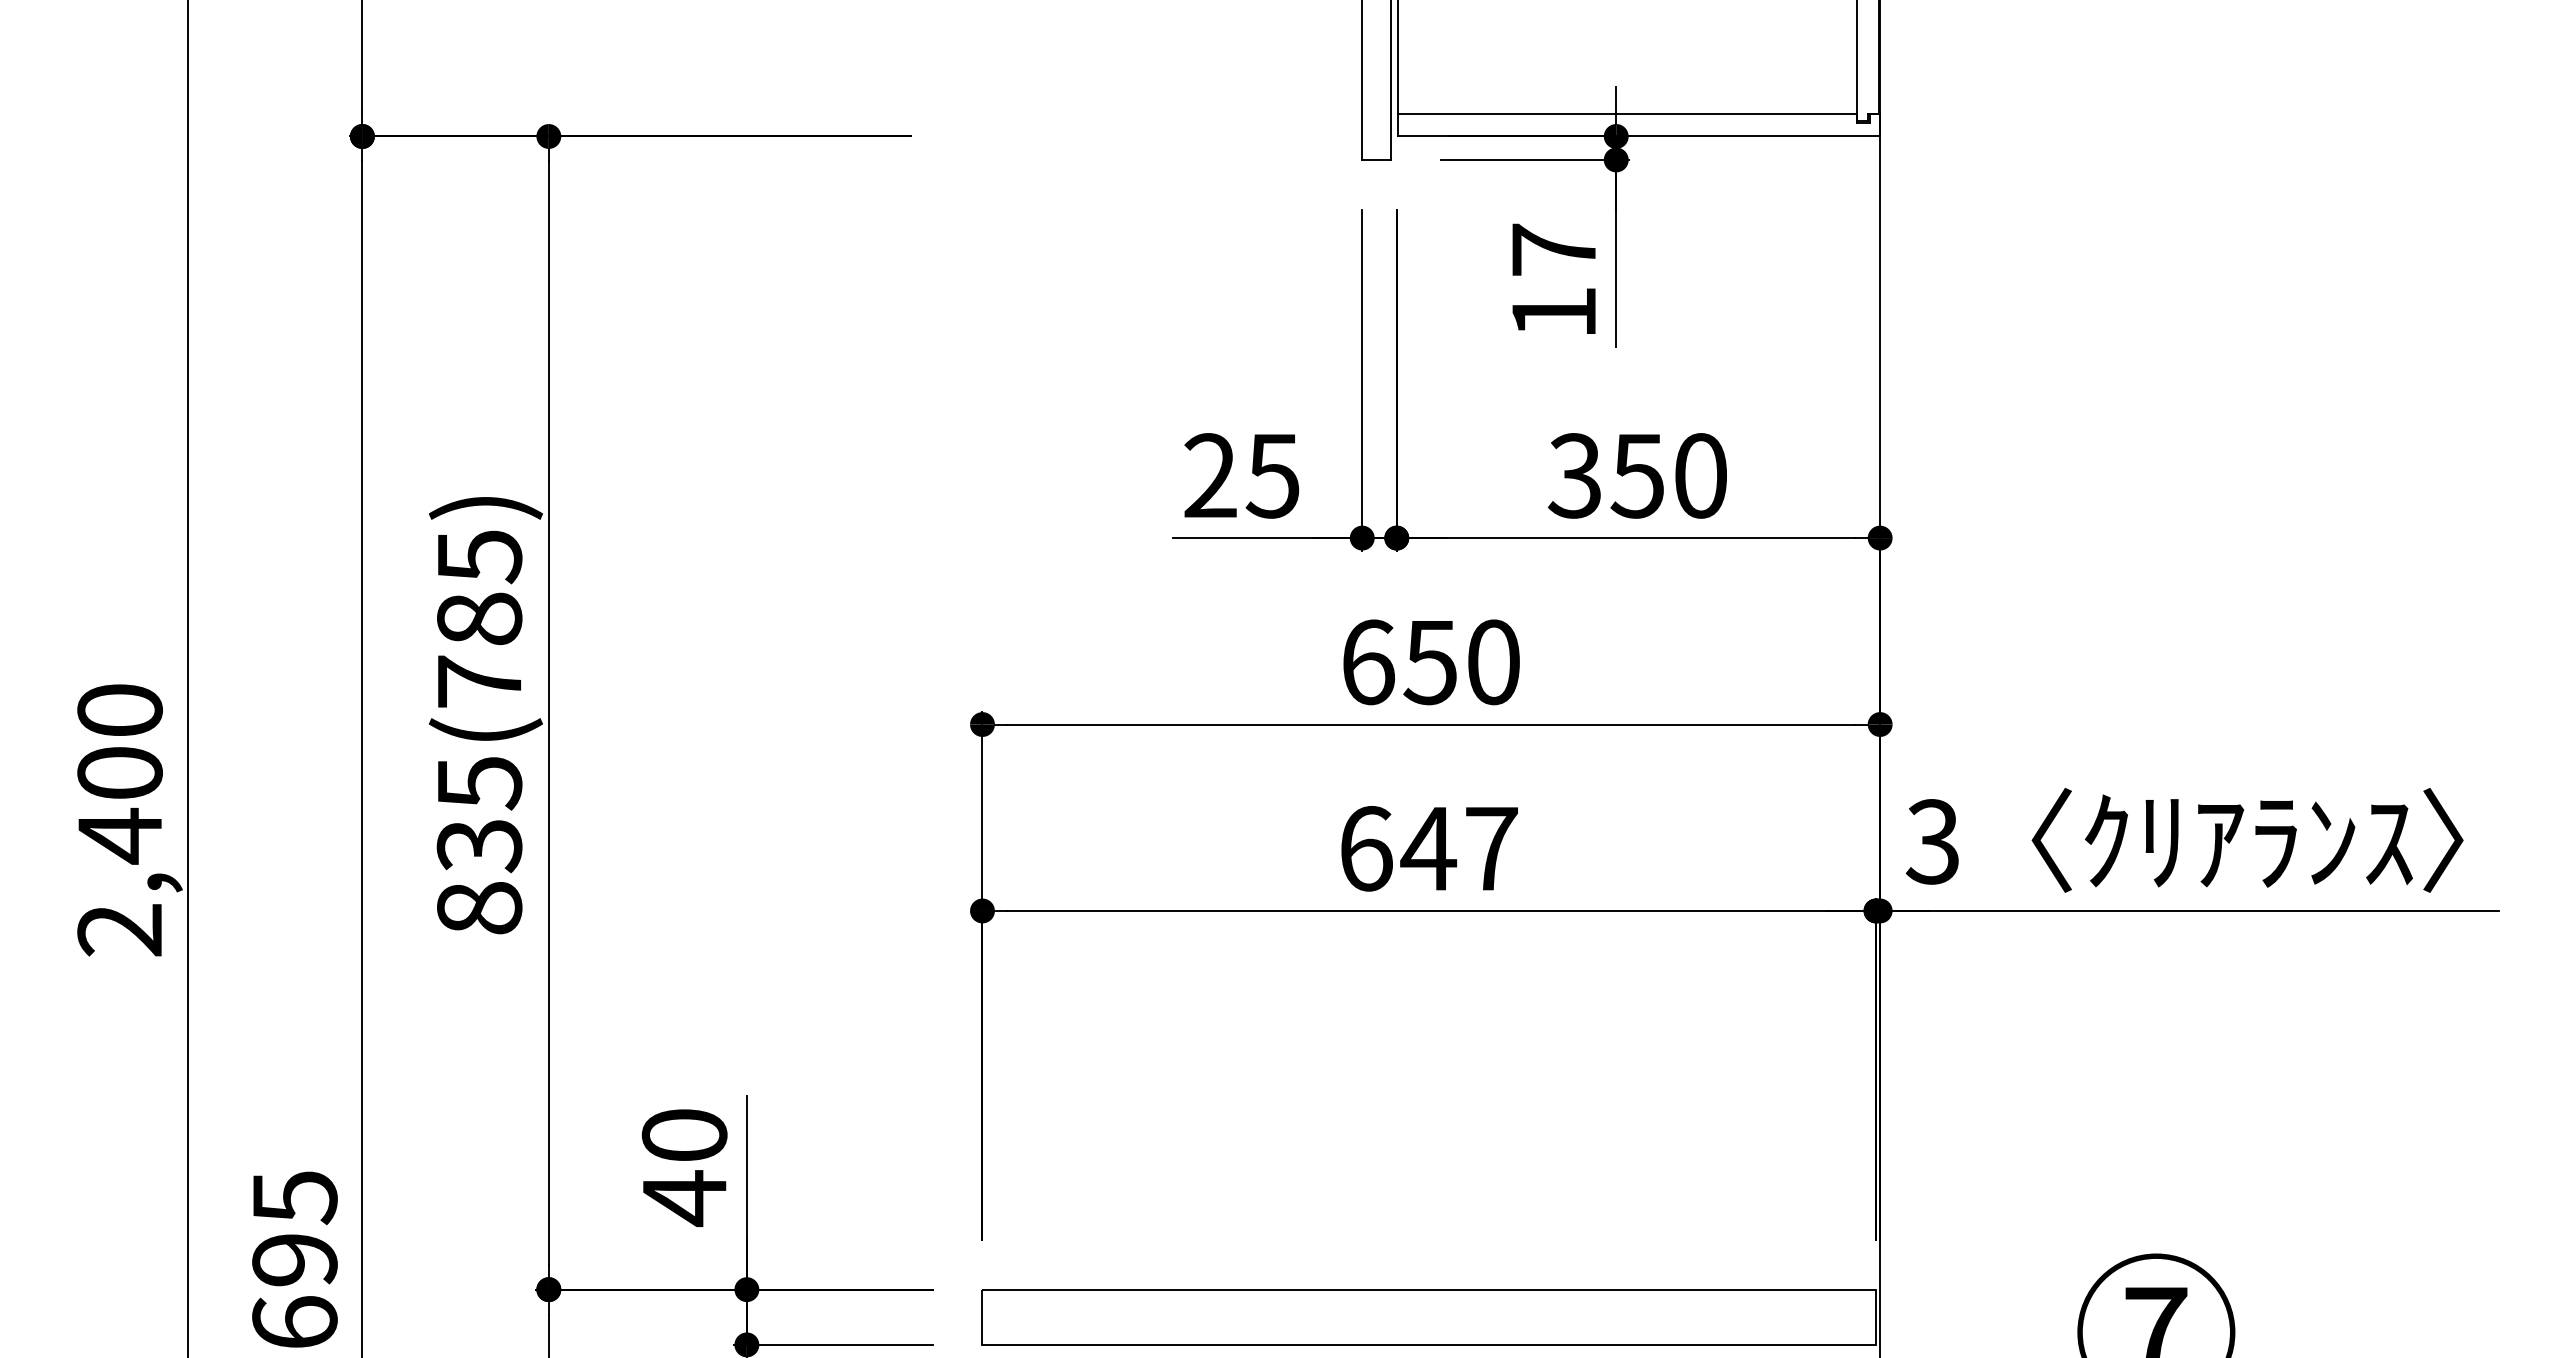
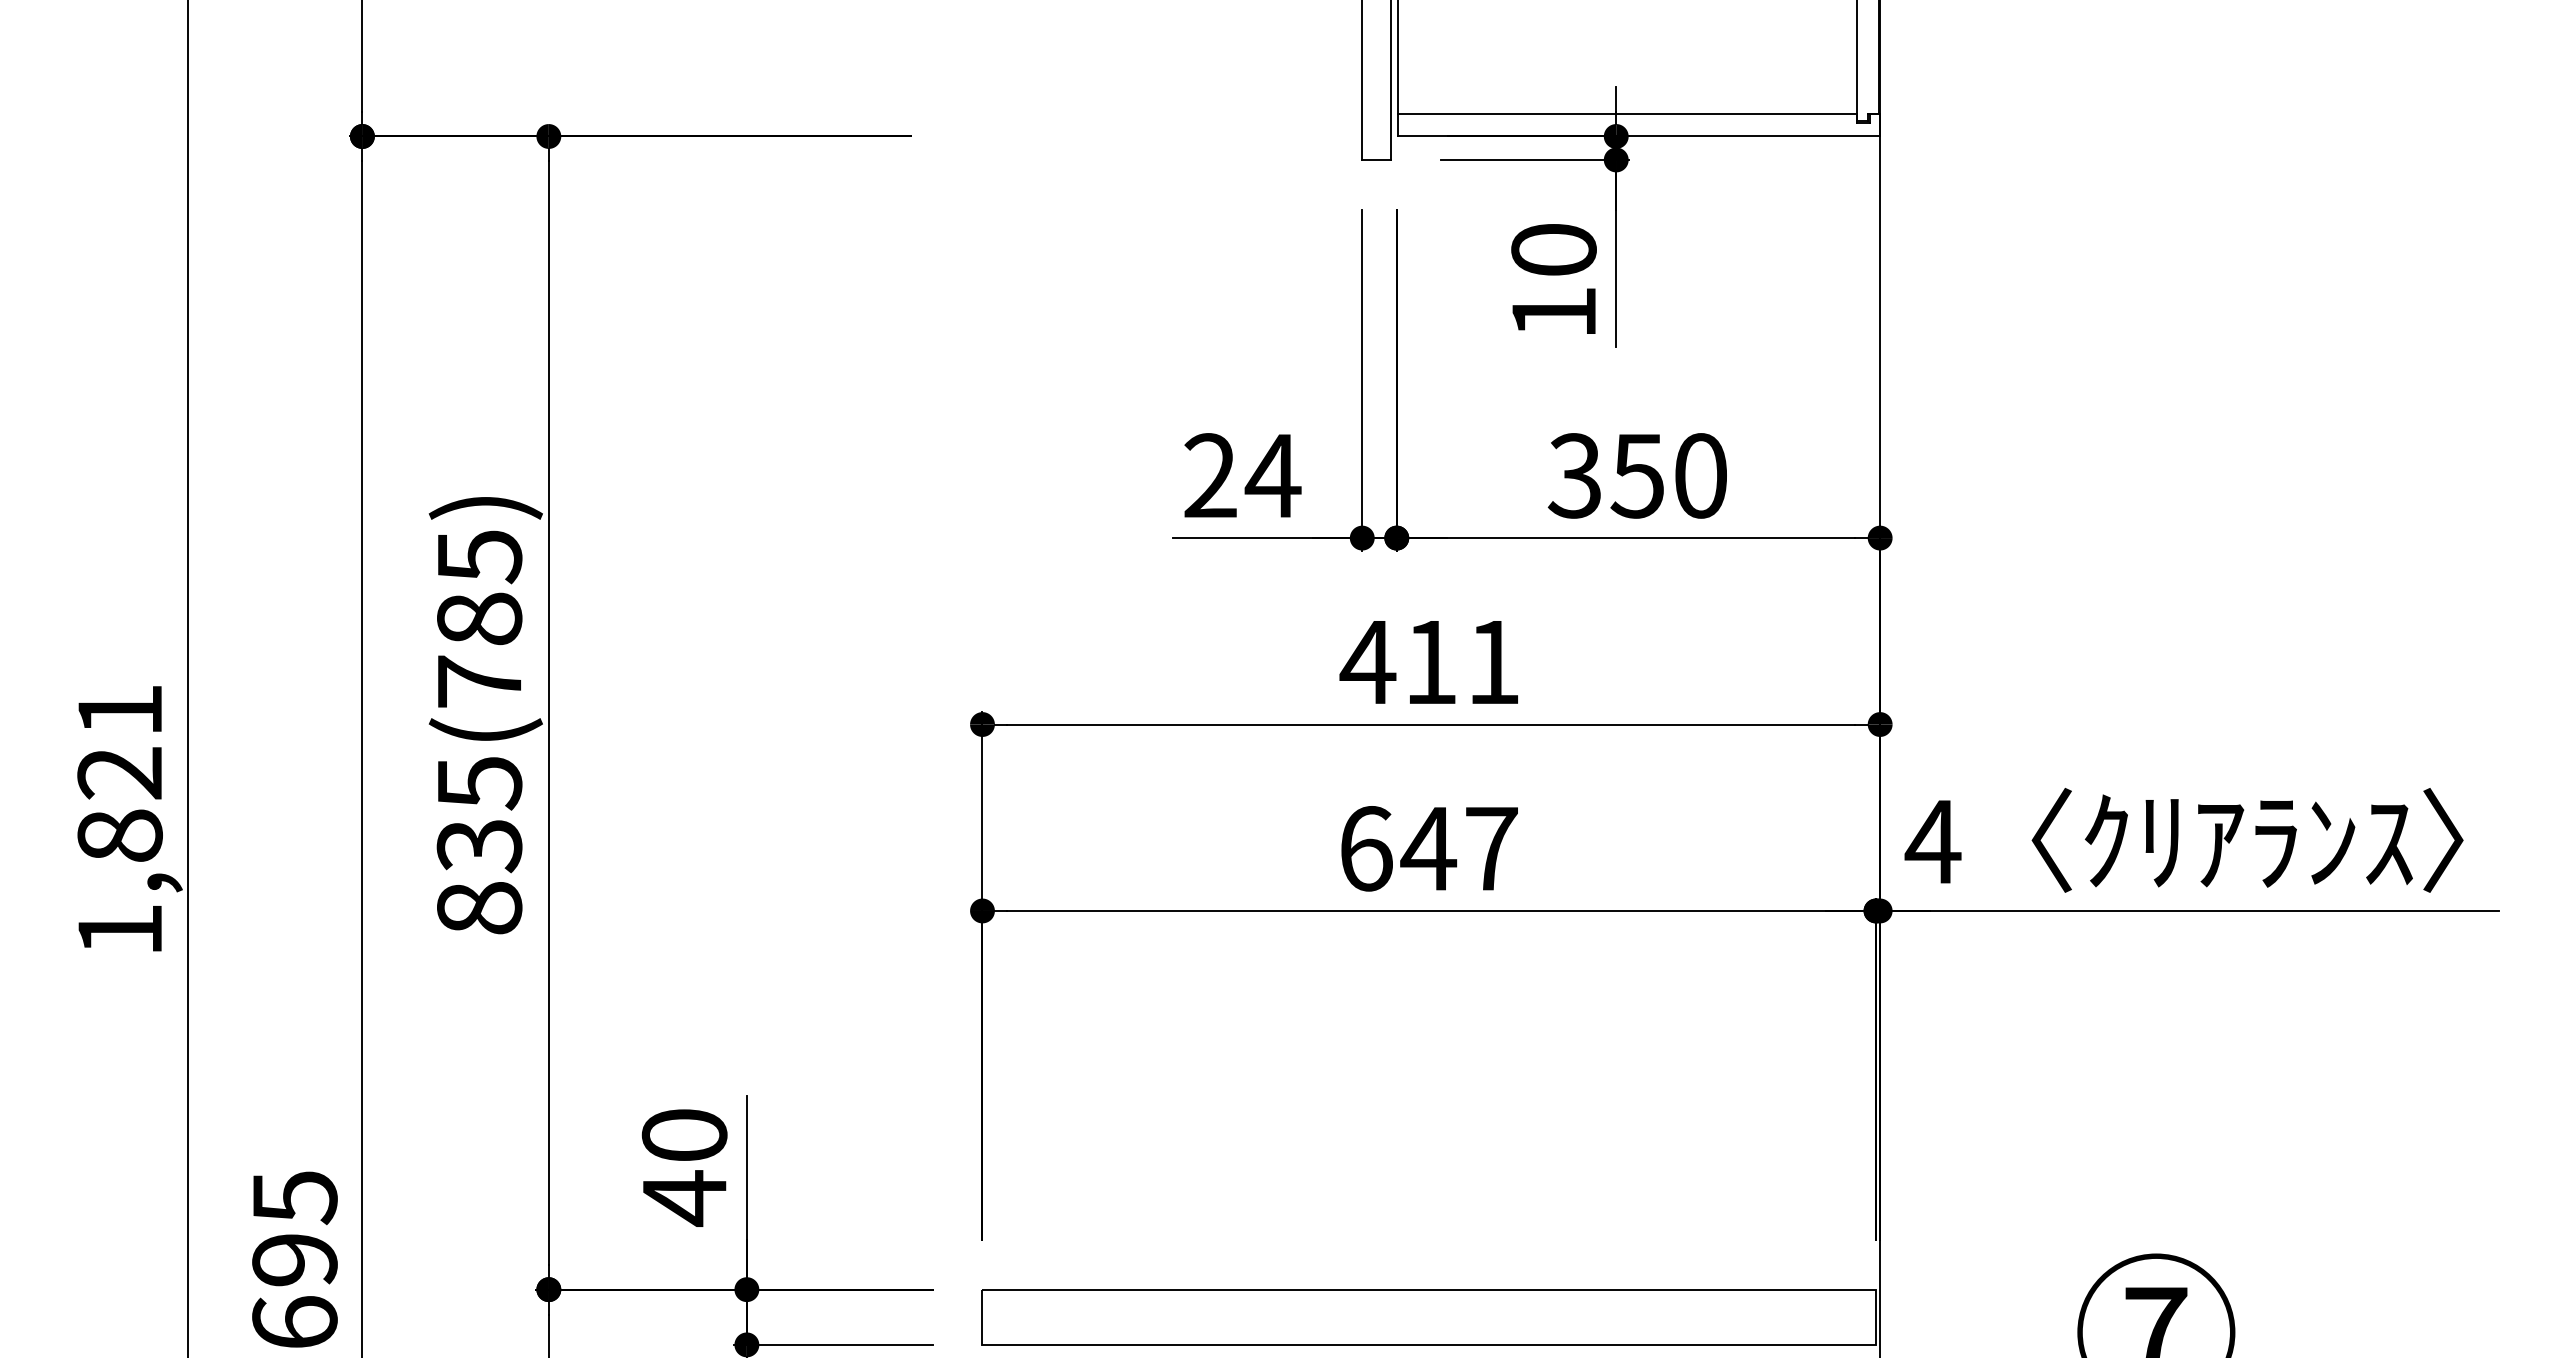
text at (1553, 249): 17 -> 10
text at (1272, 476): 25 -> 24
text at (1429, 662): 650 -> 411
text at (119, 820): 2,400 -> 1,821
text at (1932, 841): 3 -> 4
